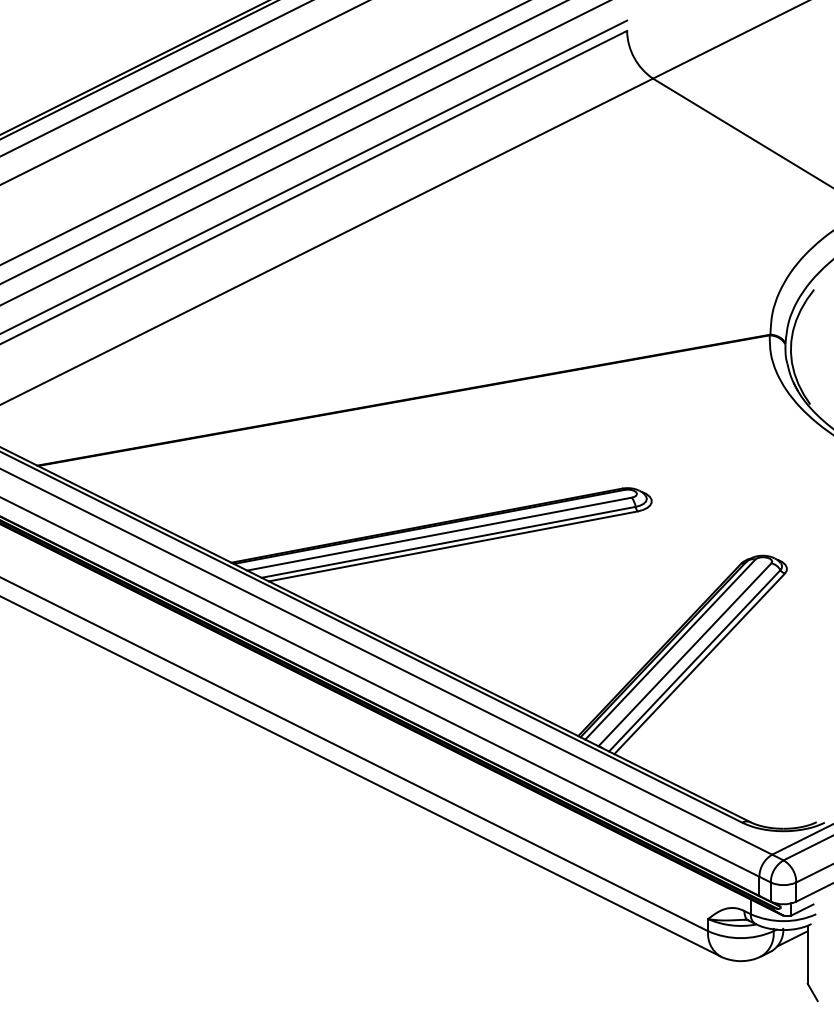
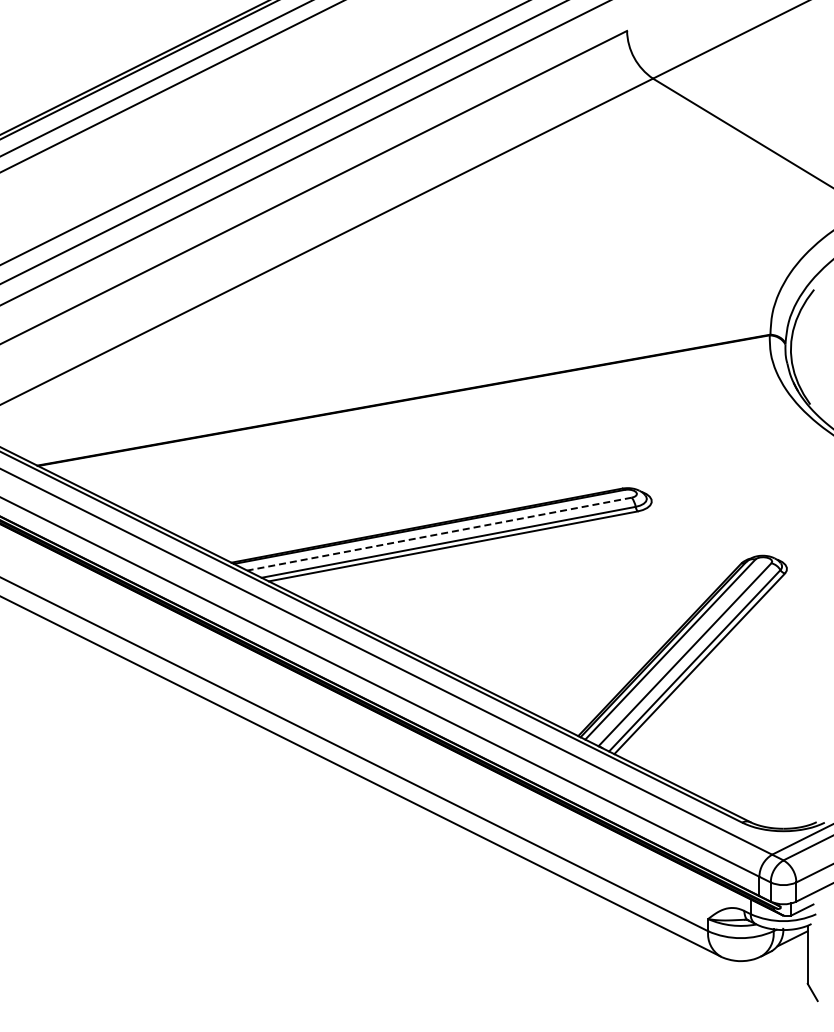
line at (184, 92) position: (184, 92) -> (171, 86)
line at (314, 176): present -> none
line at (439, 534): solid -> dashed
